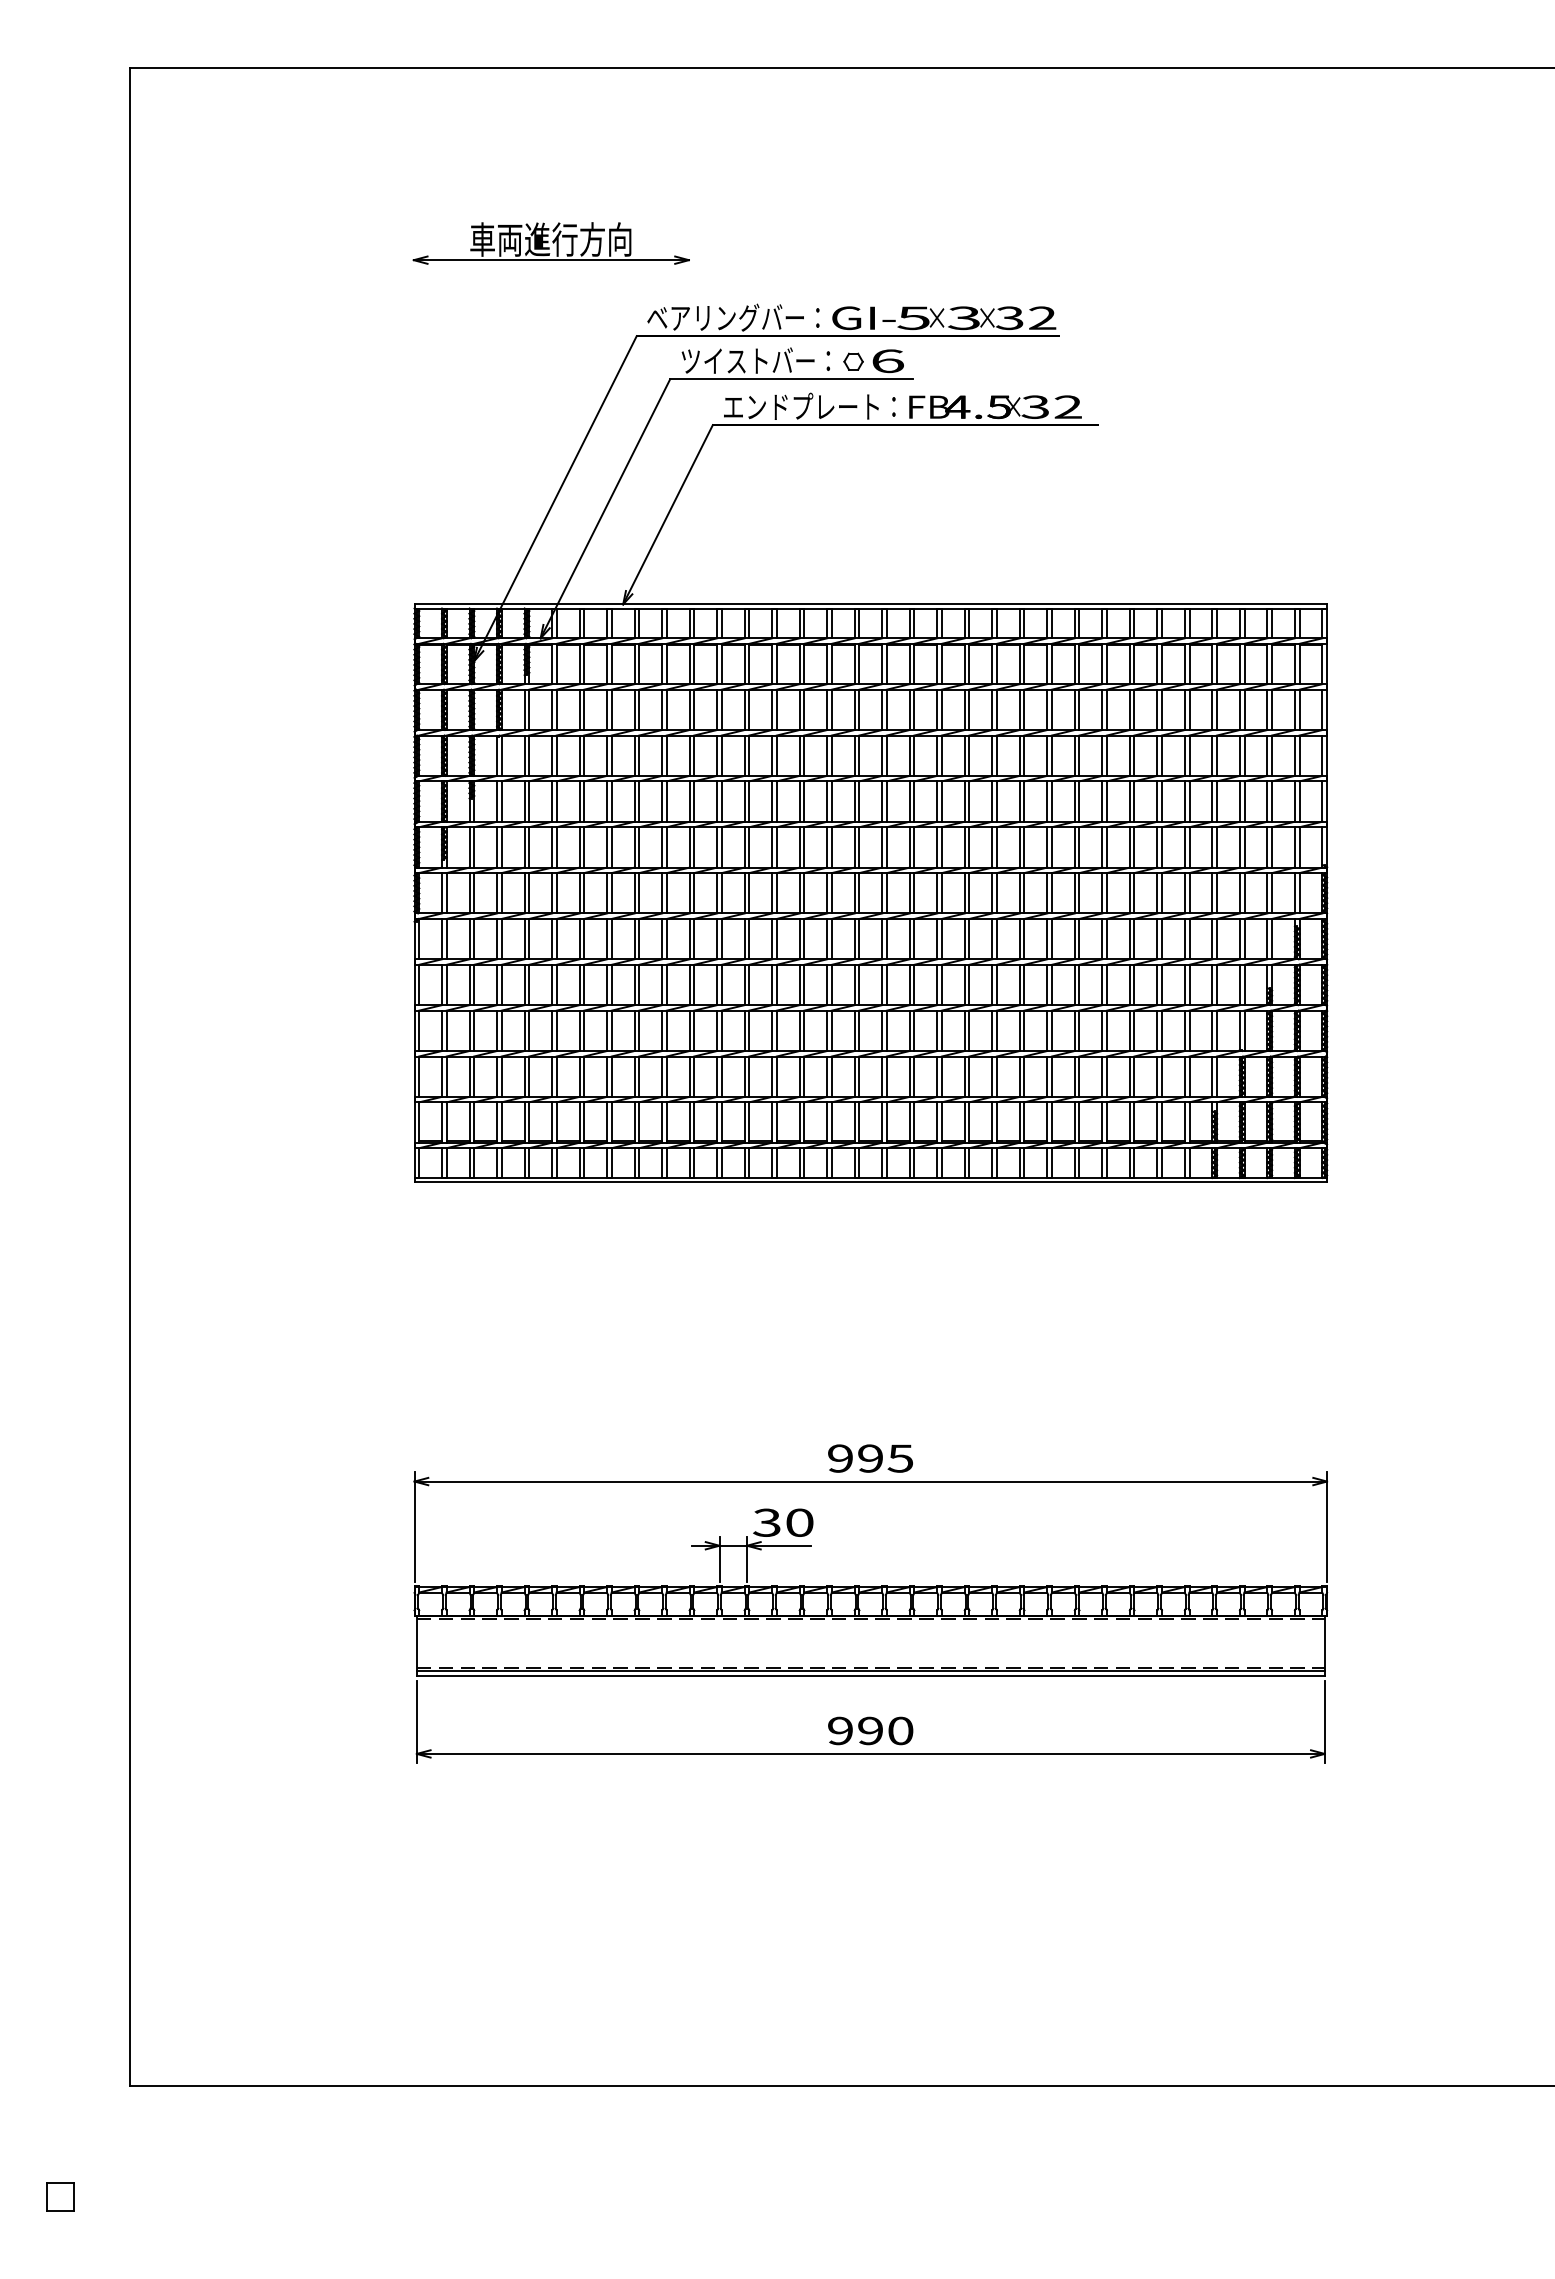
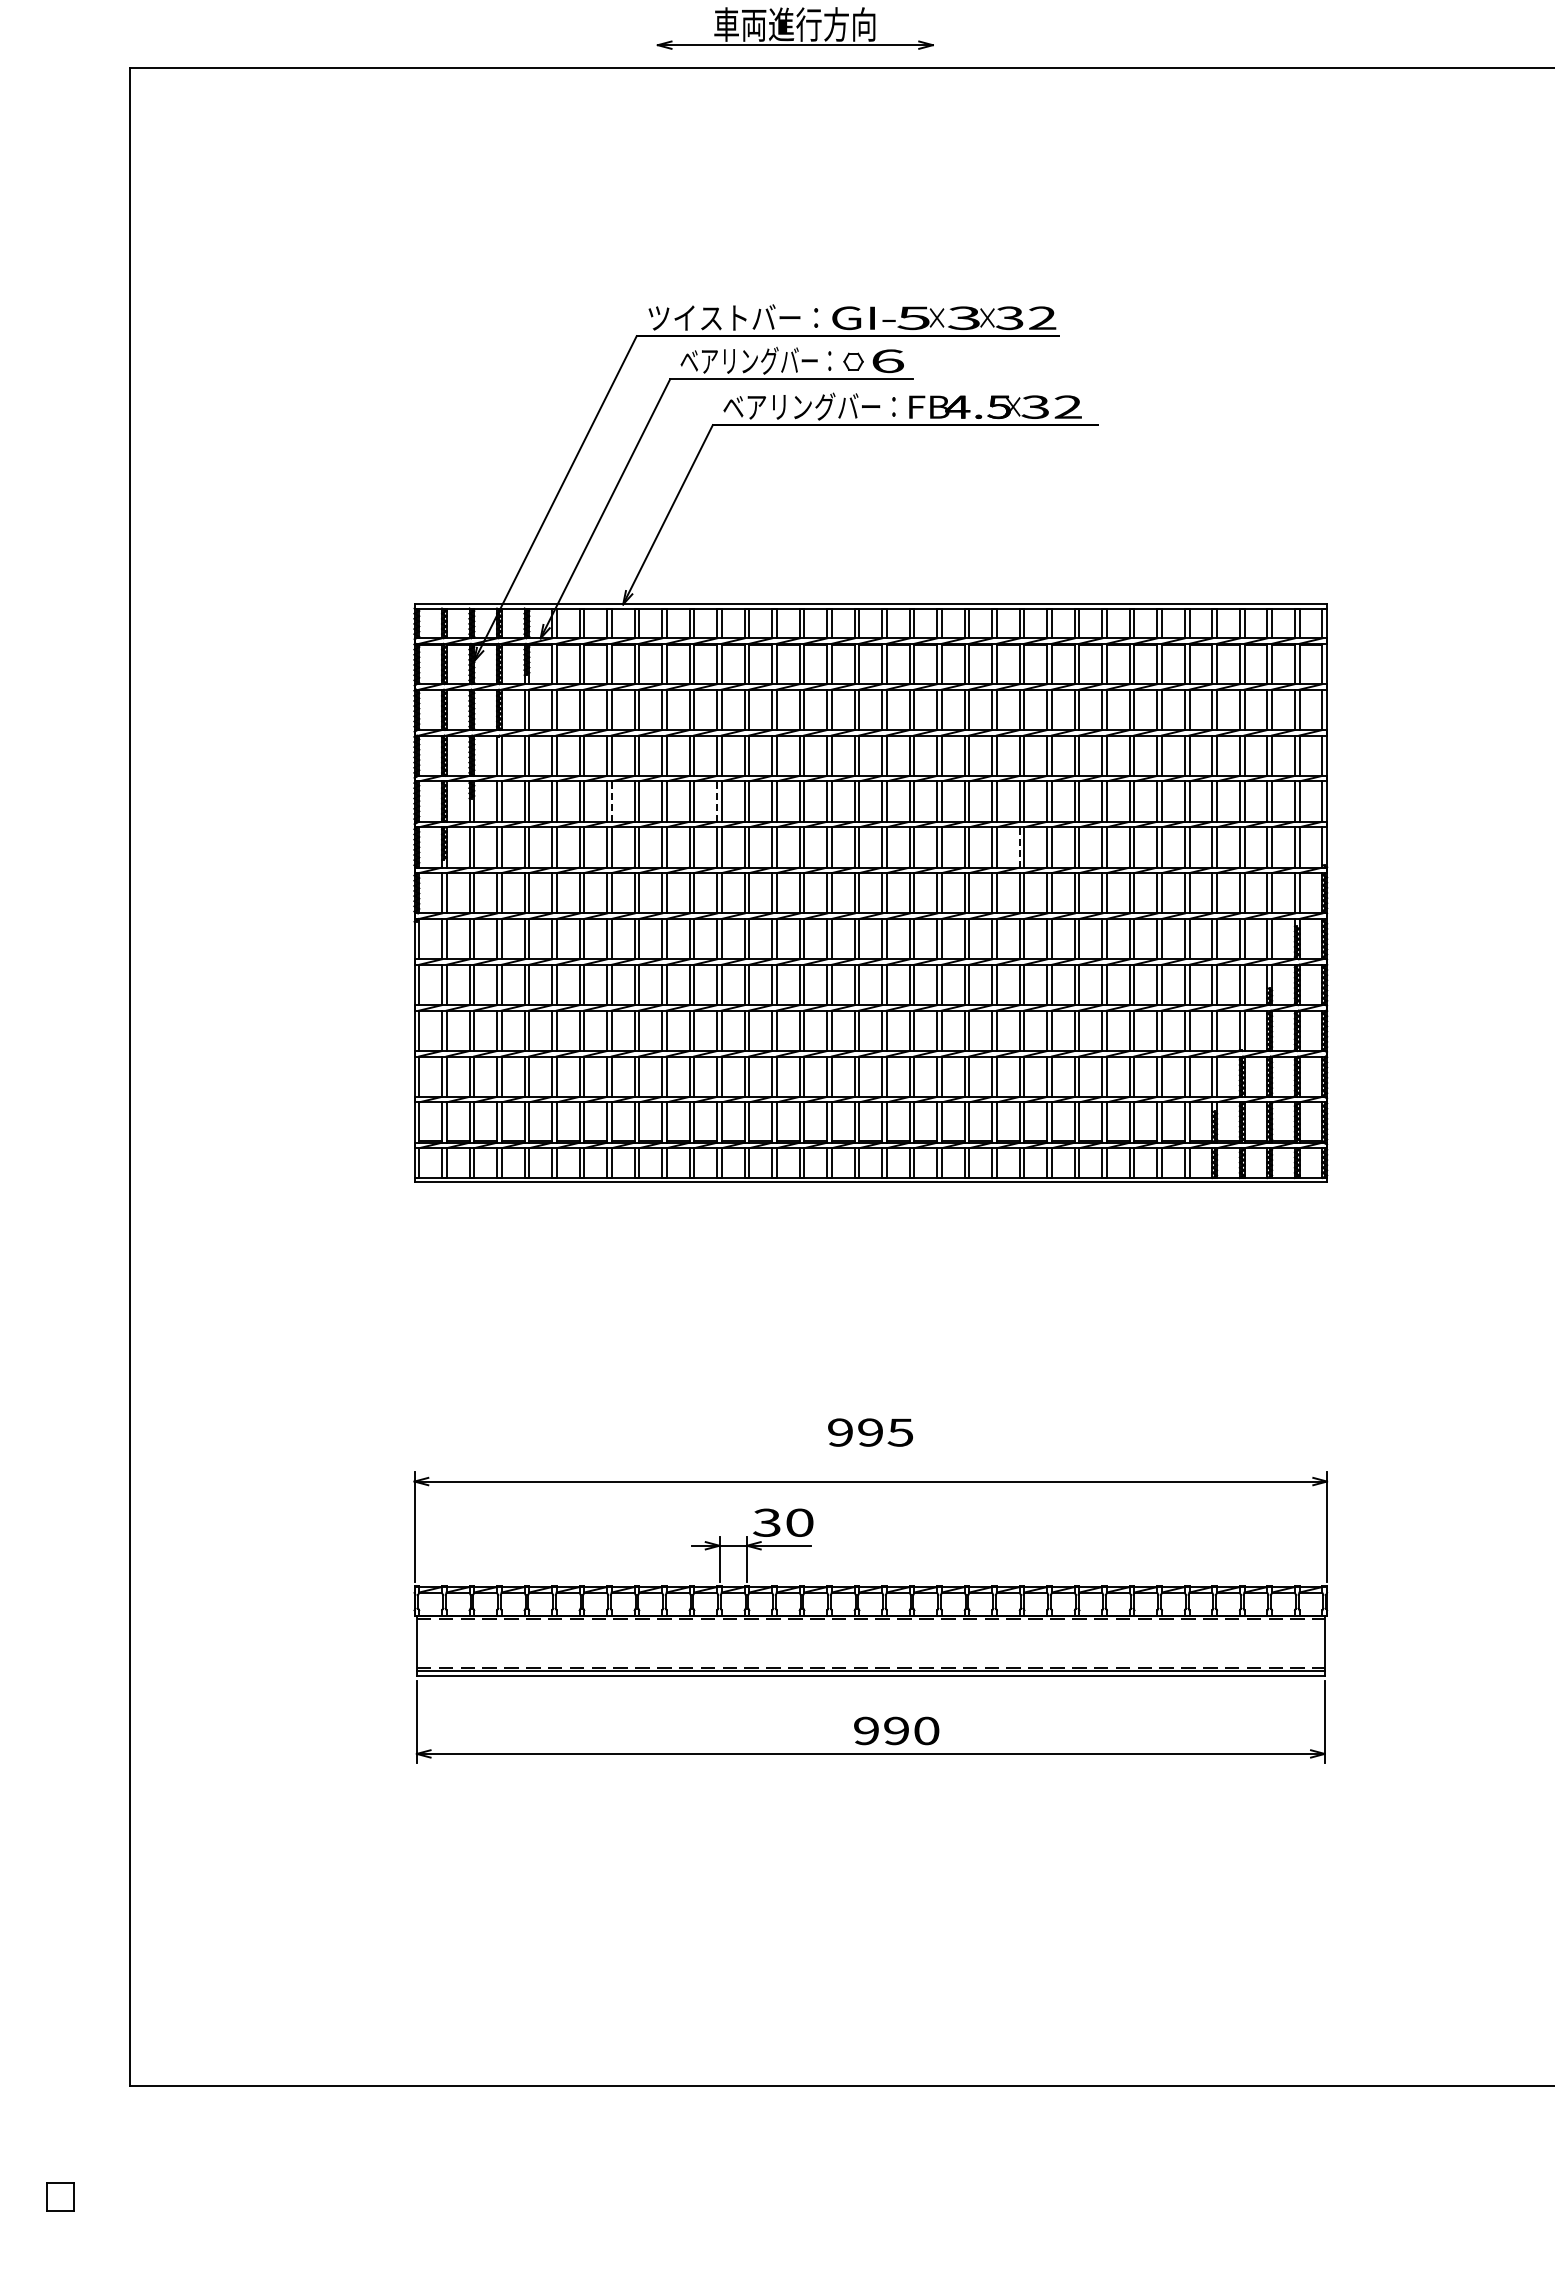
part at (550, 243) position: (550, 243) -> (794, 28)
text at (733, 317): ベアリングバー： -> ツイストバー：
text at (755, 360): ツイストバー： -> ベアリングバー：
text at (801, 406): エンドプレート： -> ベアリングバー：
line at (611, 801): solid -> dashed
line at (717, 801): solid -> dashed
line at (1019, 846): solid -> dashed
text at (870, 1458) position: (870, 1458) -> (870, 1432)
text at (870, 1730) position: (870, 1730) -> (896, 1730)
